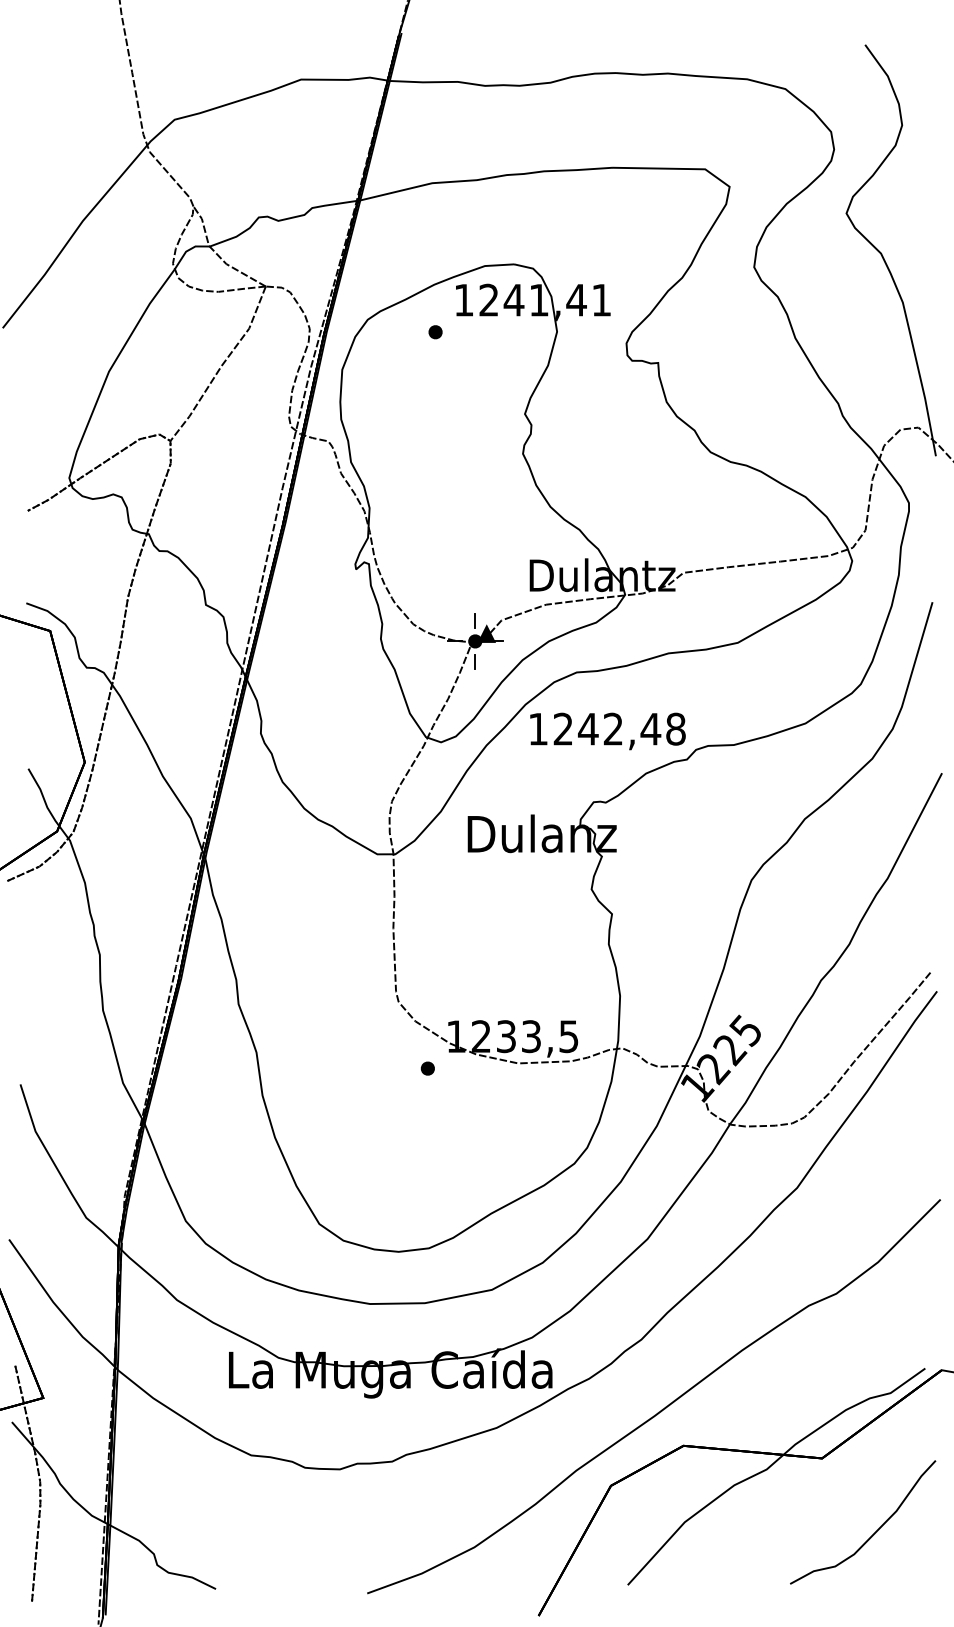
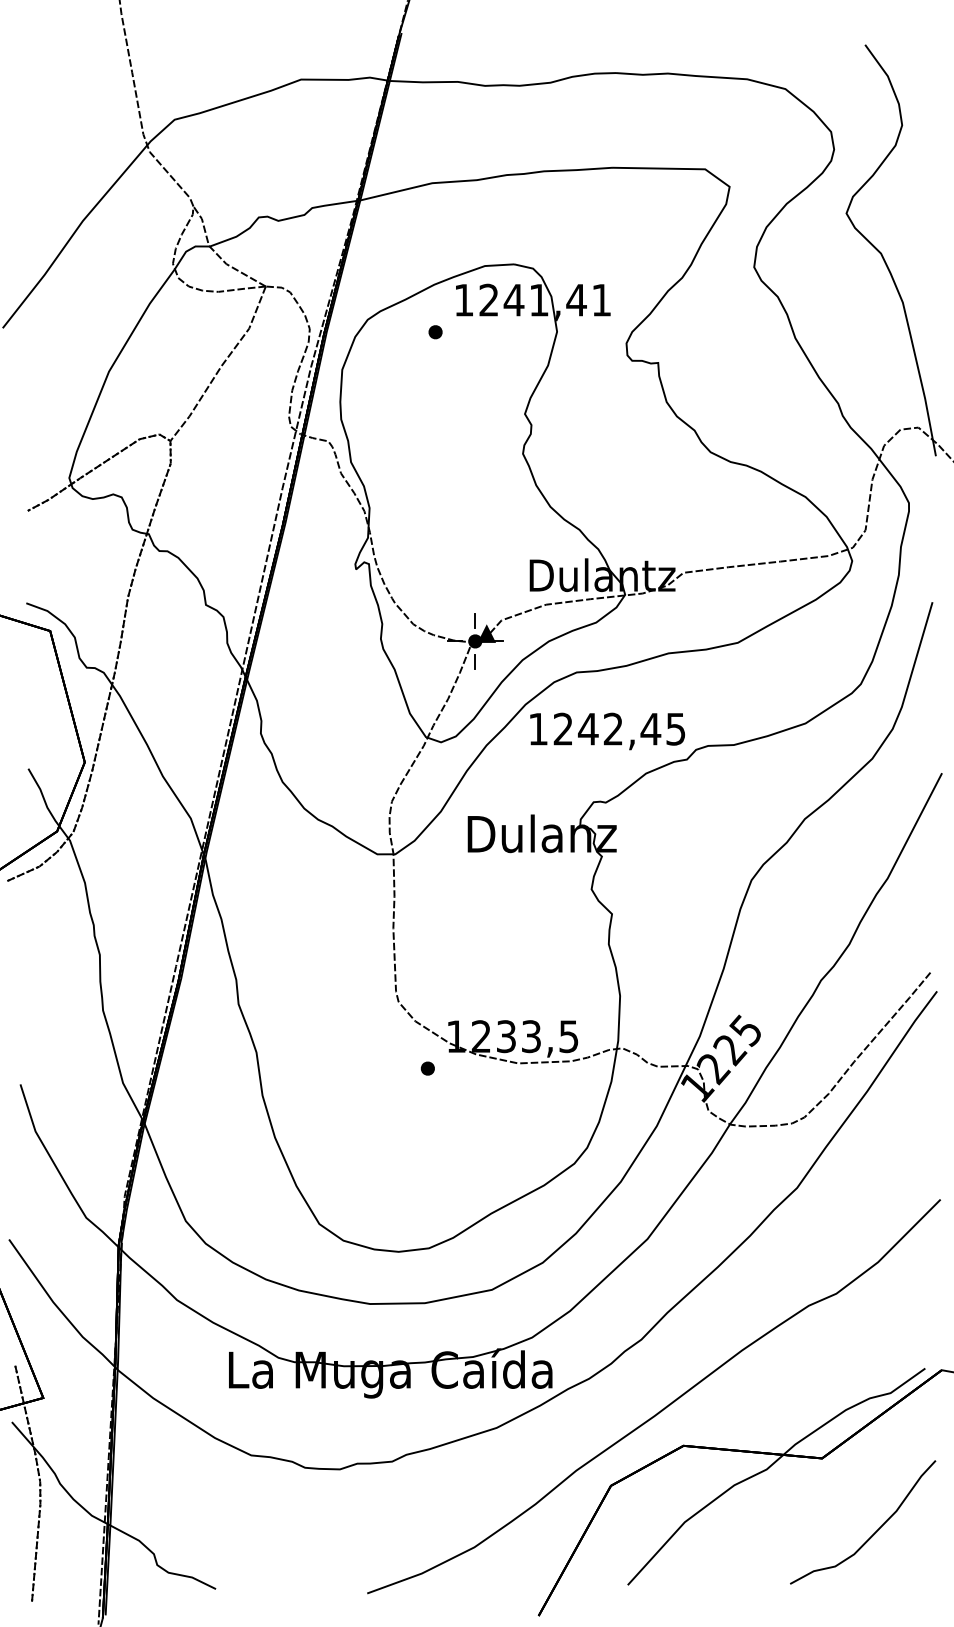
text at (675, 728): 1242,48 -> 1242,45
